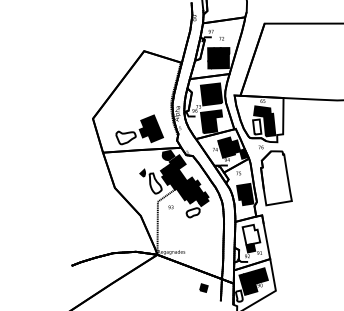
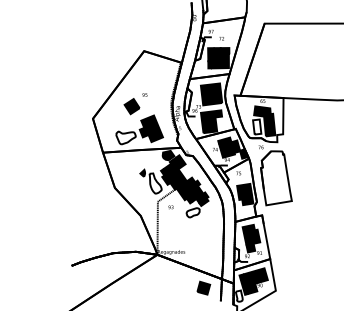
part at (135, 104): none -> present
fill at (251, 234): none -> present
part at (203, 287) size: 10x10 px -> 16x16 px
